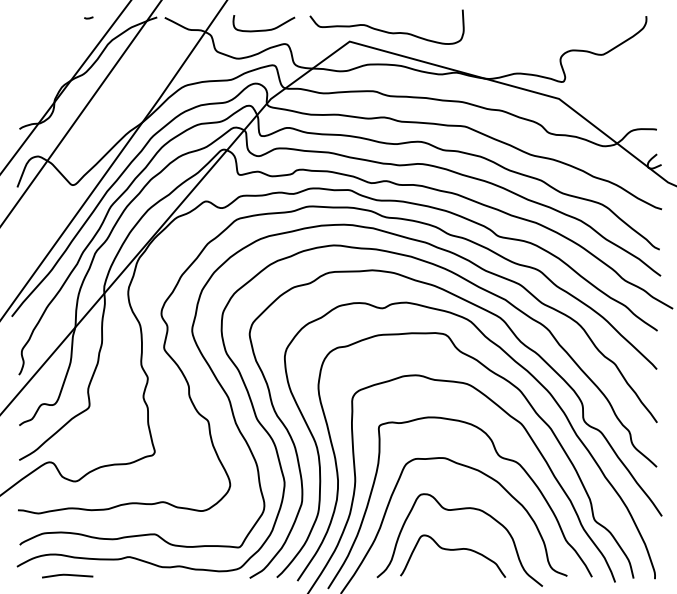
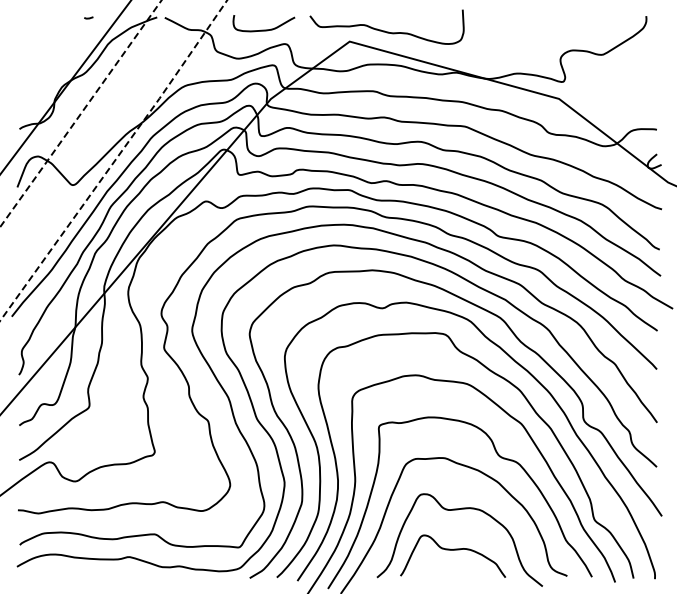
line at (80, 114): solid -> dashed
line at (114, 161): solid -> dashed
line at (67, 575): present -> none
